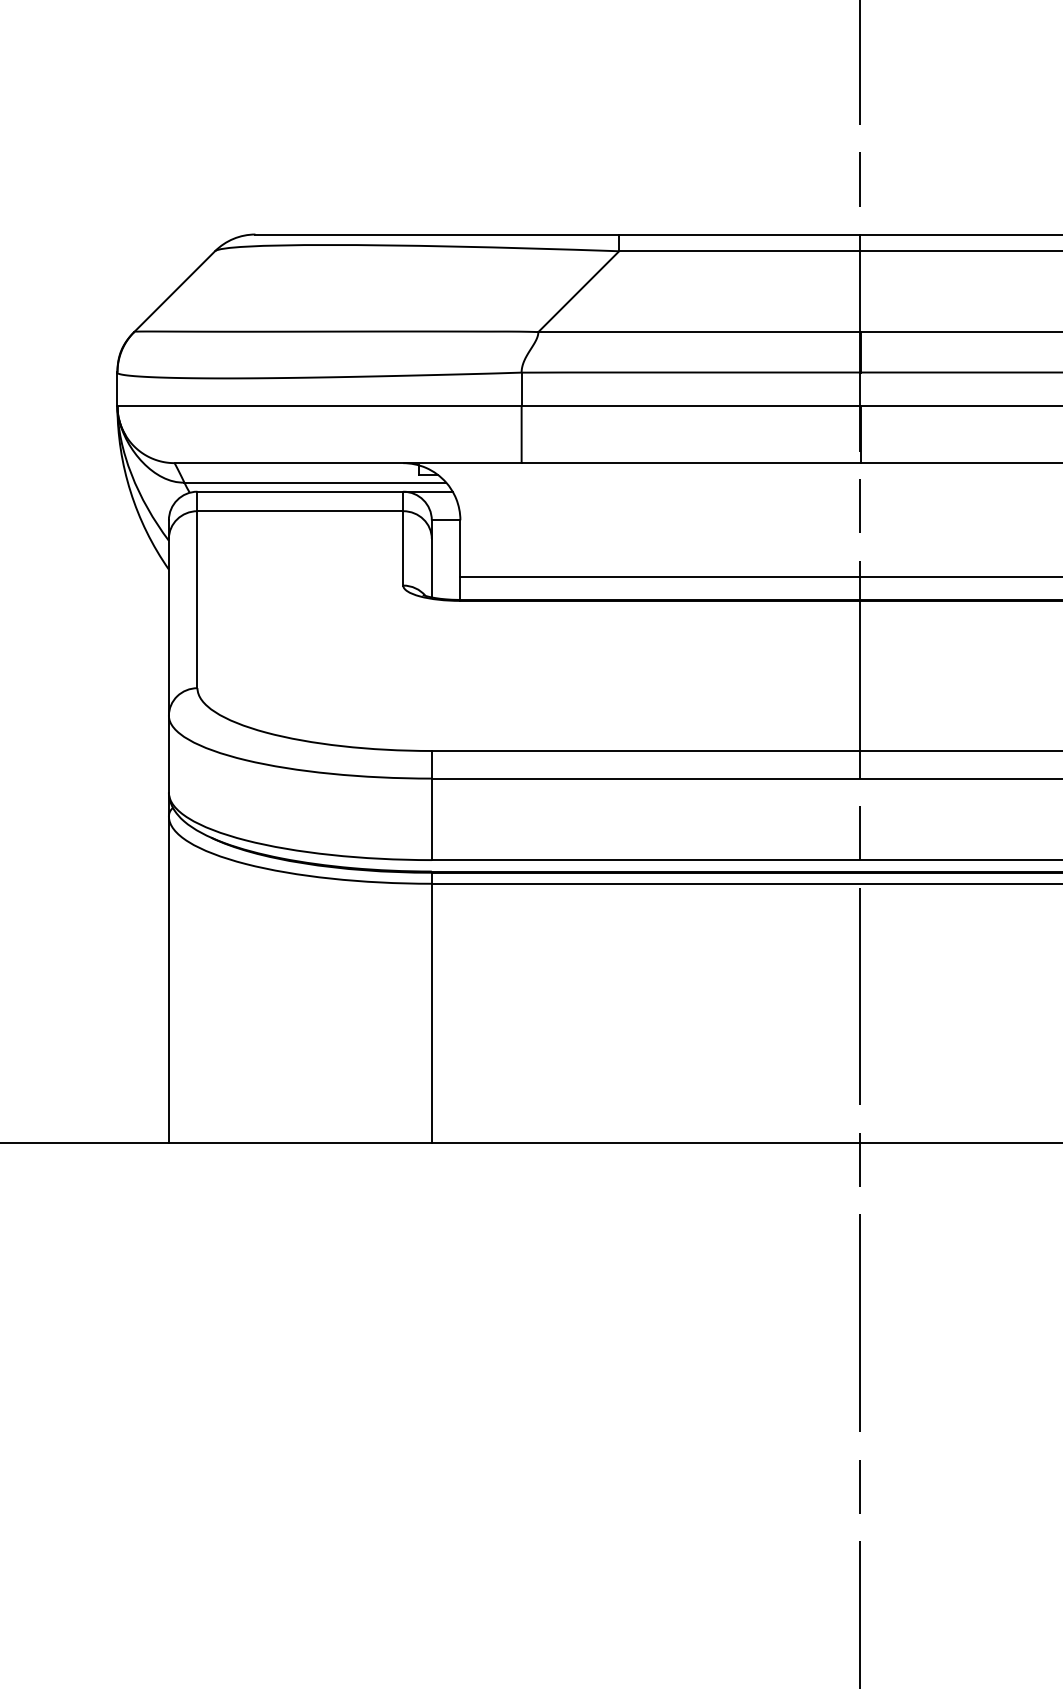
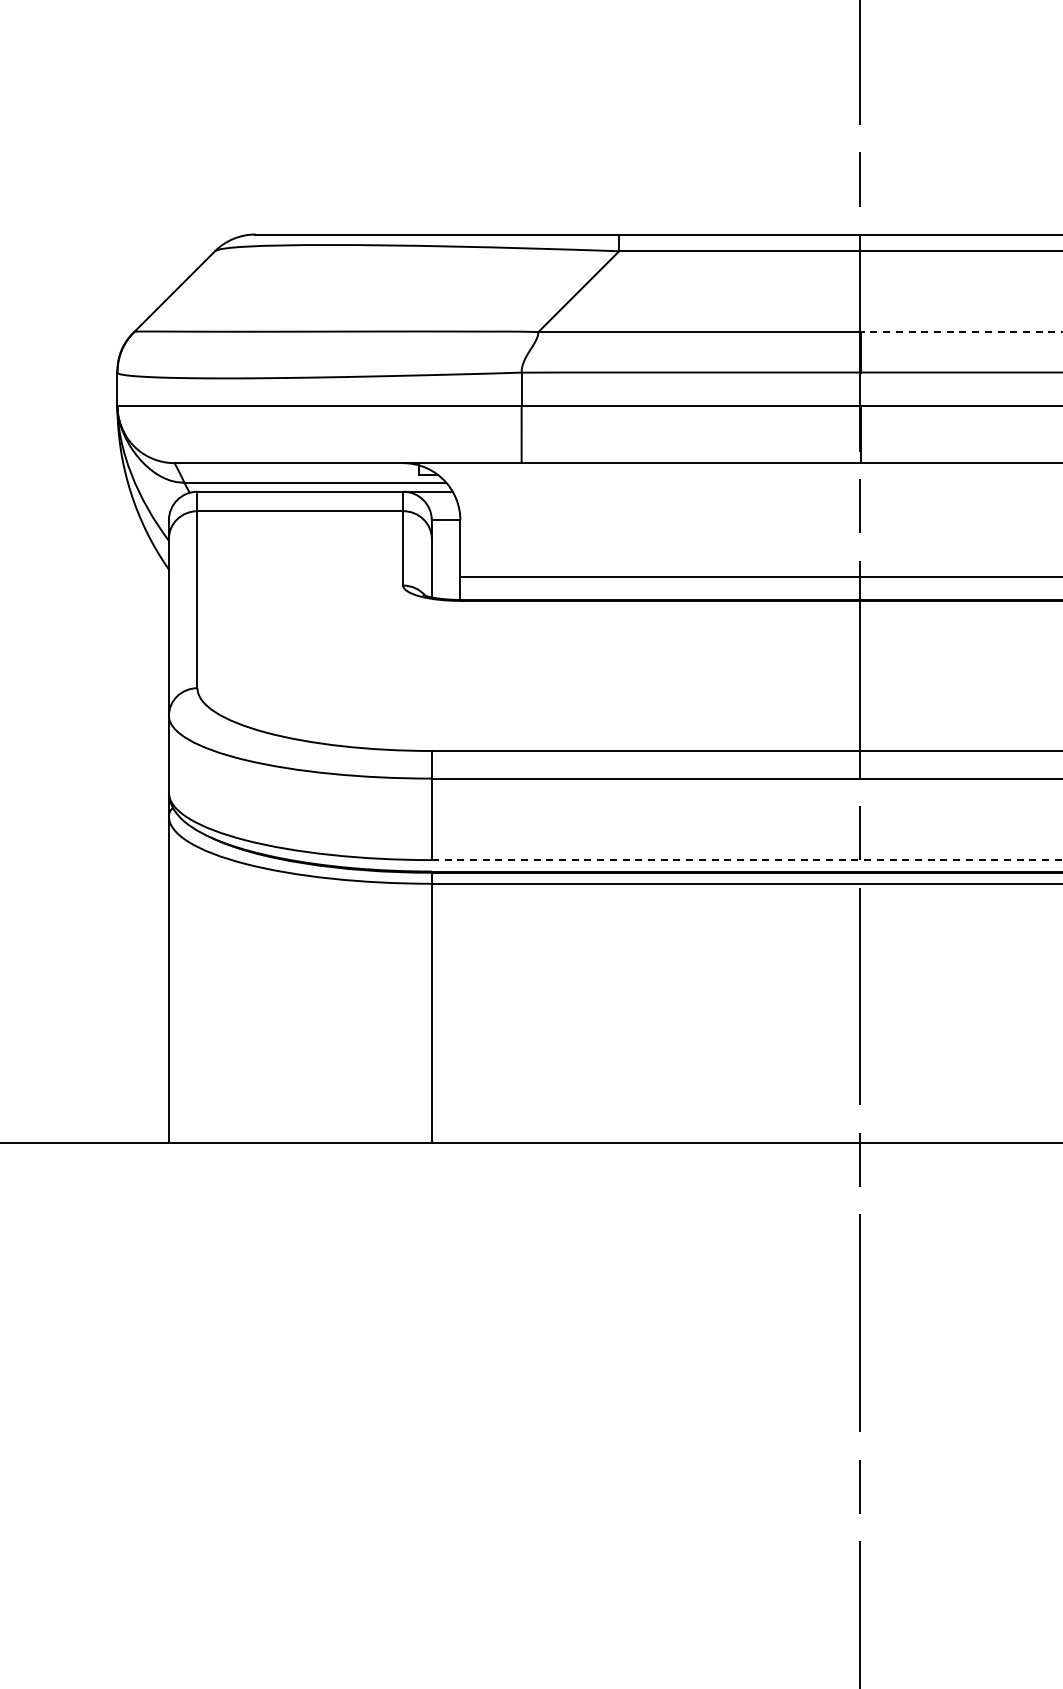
line at (961, 332): solid -> dashed
line at (747, 860): solid -> dashed
